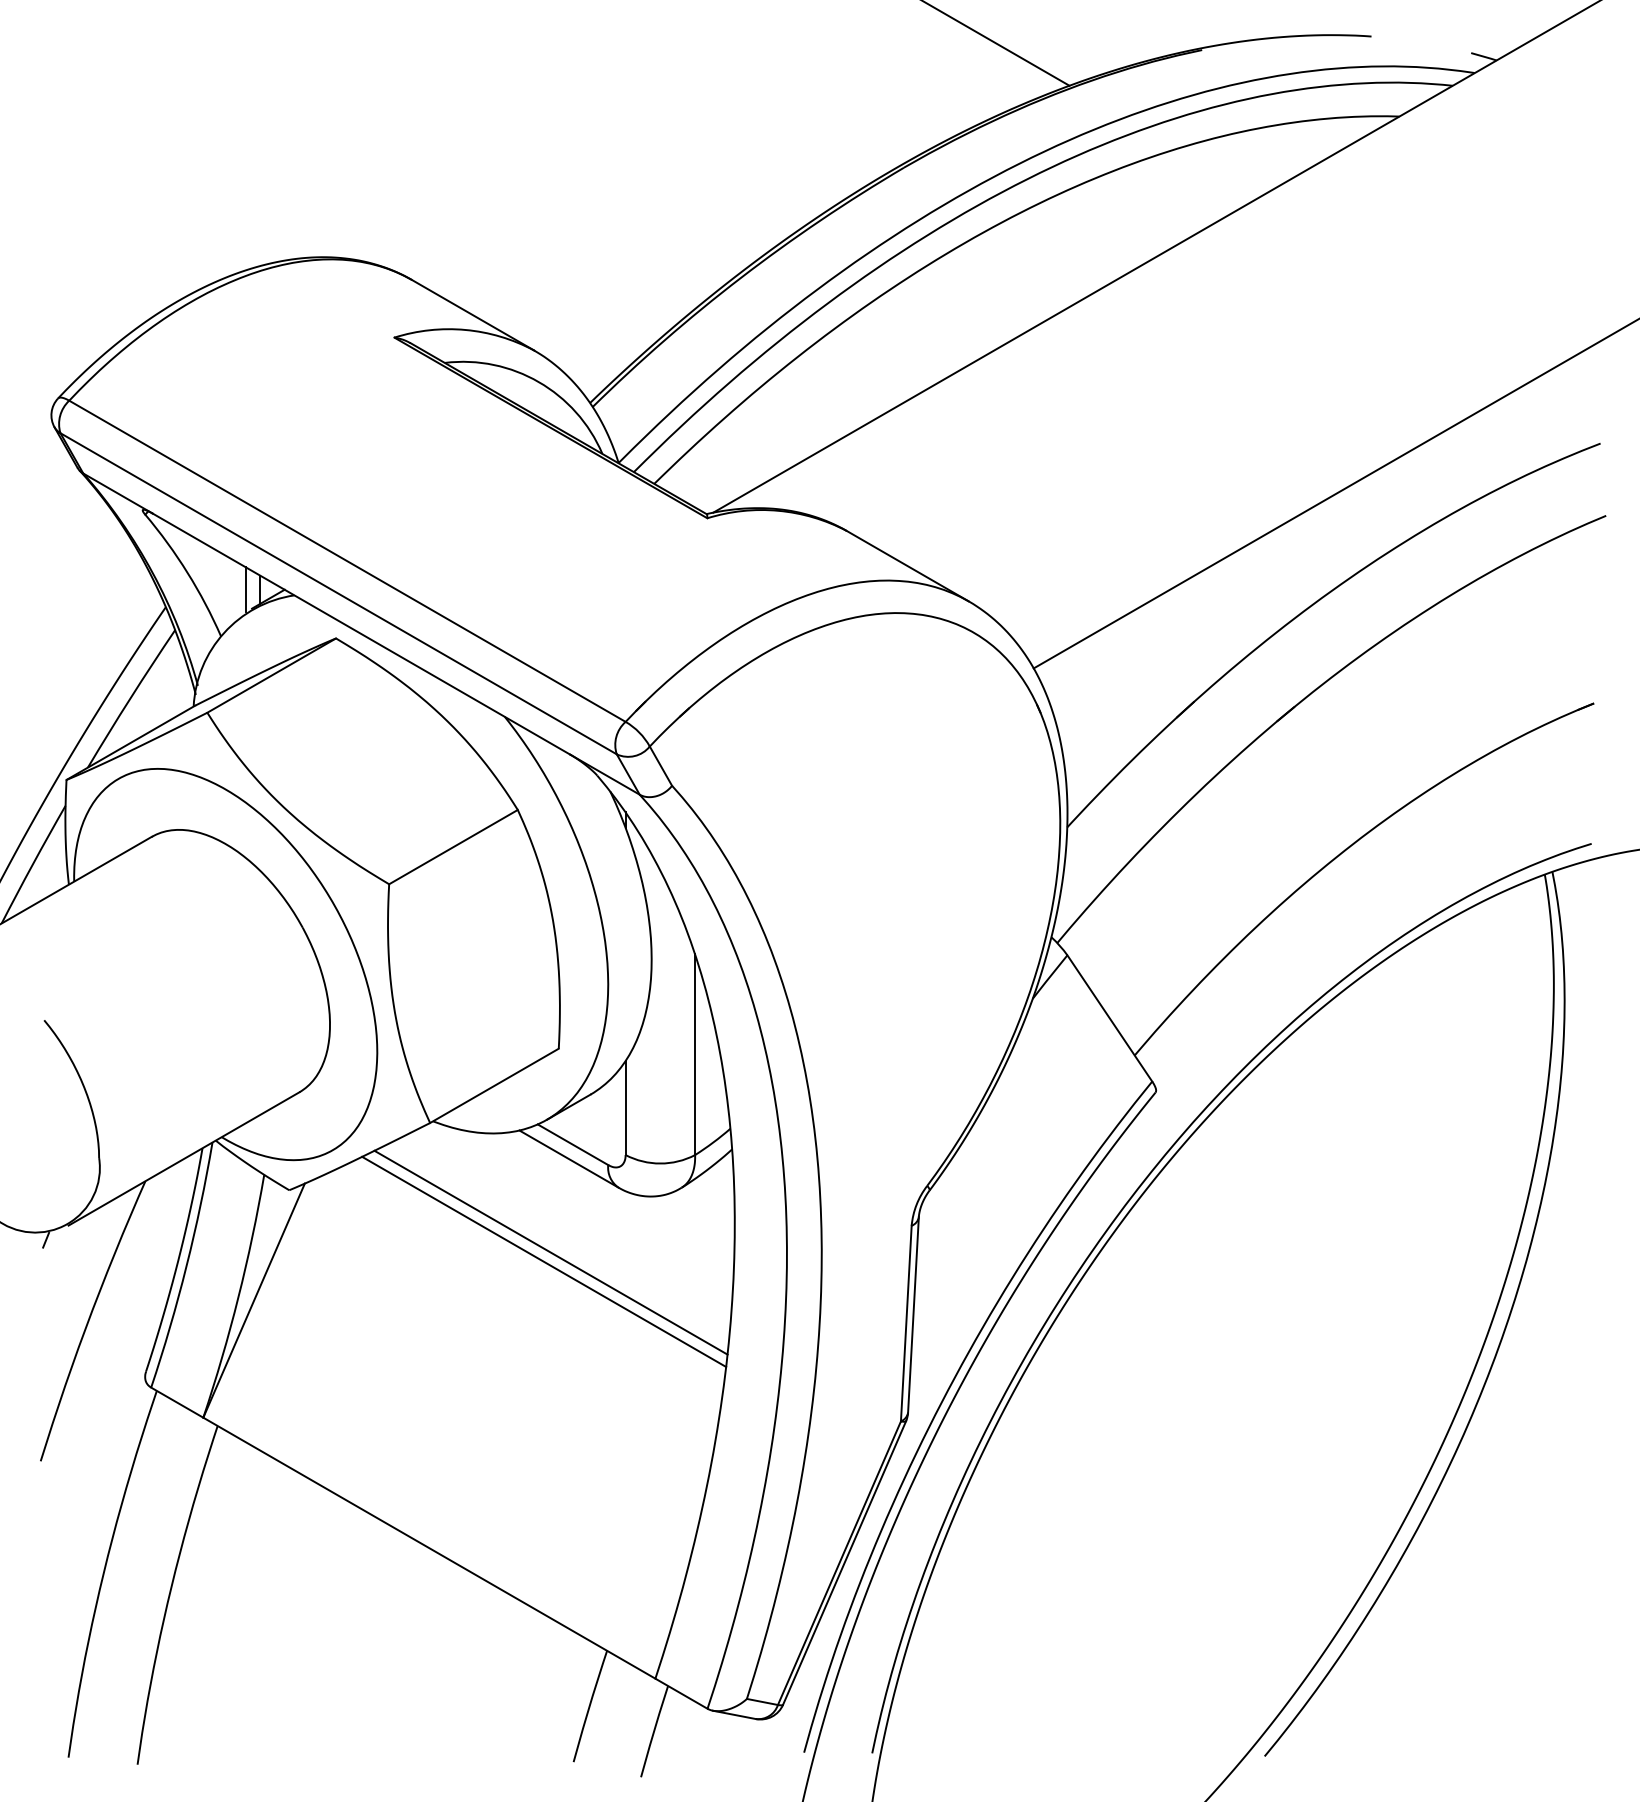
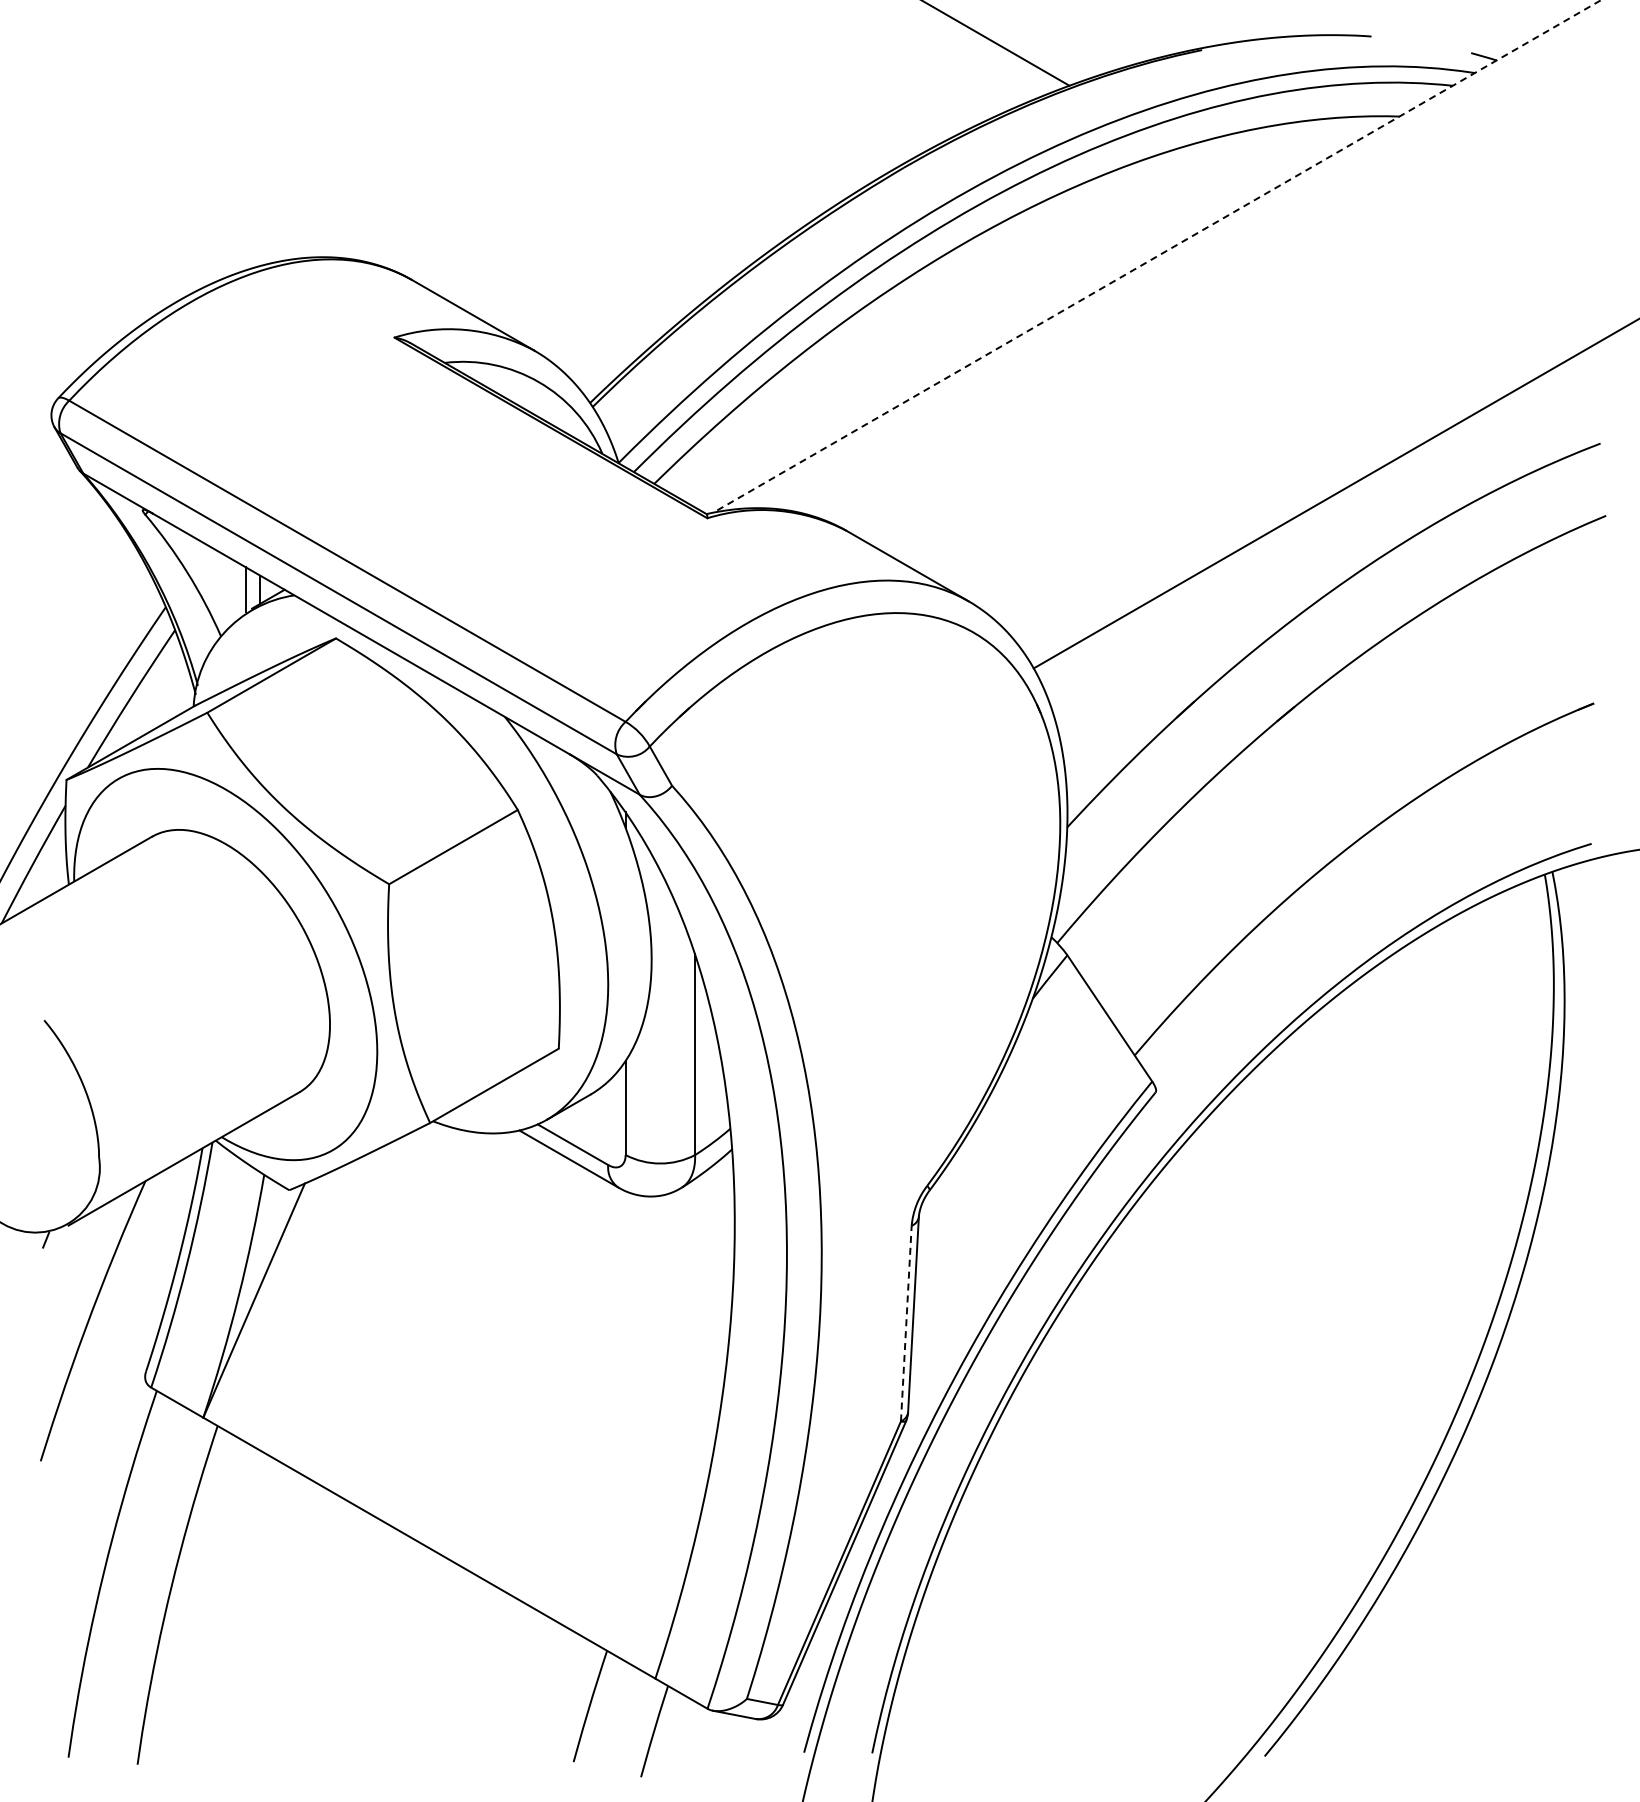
line at (1156, 256): solid -> dashed
line at (550, 1252): present -> none
line at (544, 1261): present -> none
line at (906, 1323): solid -> dashed
